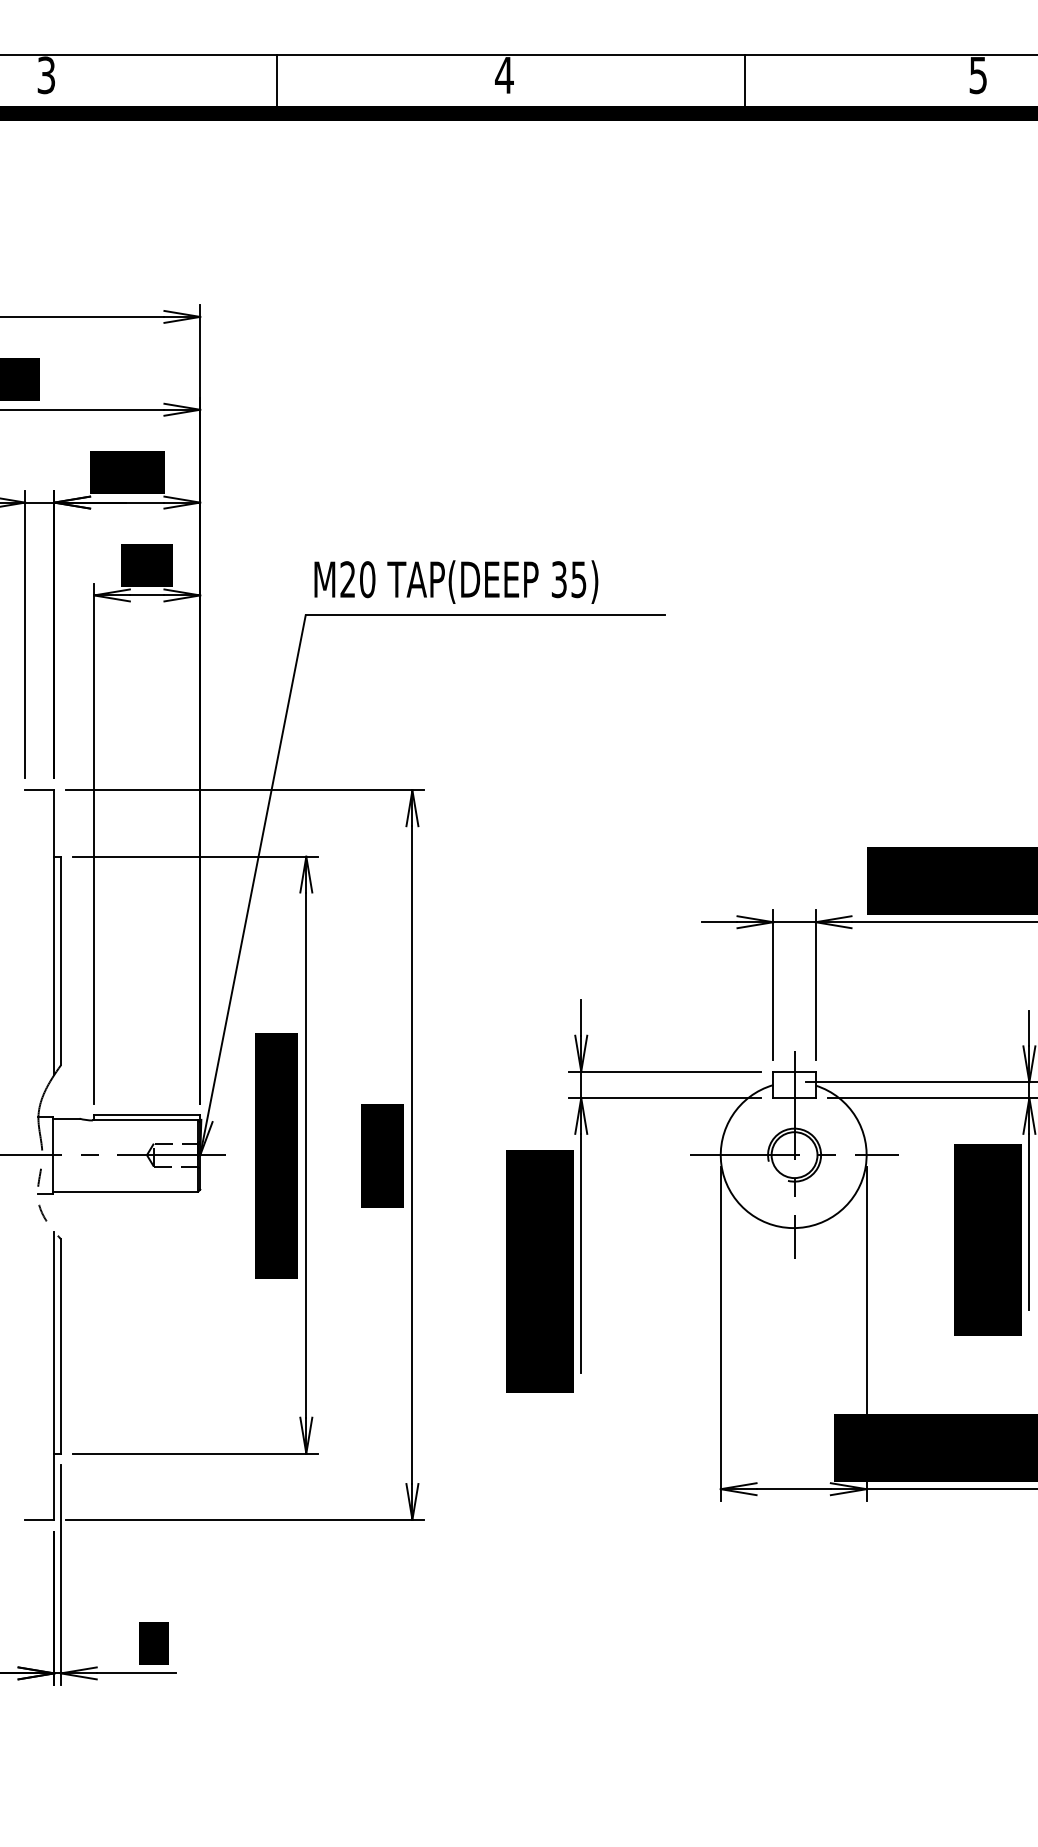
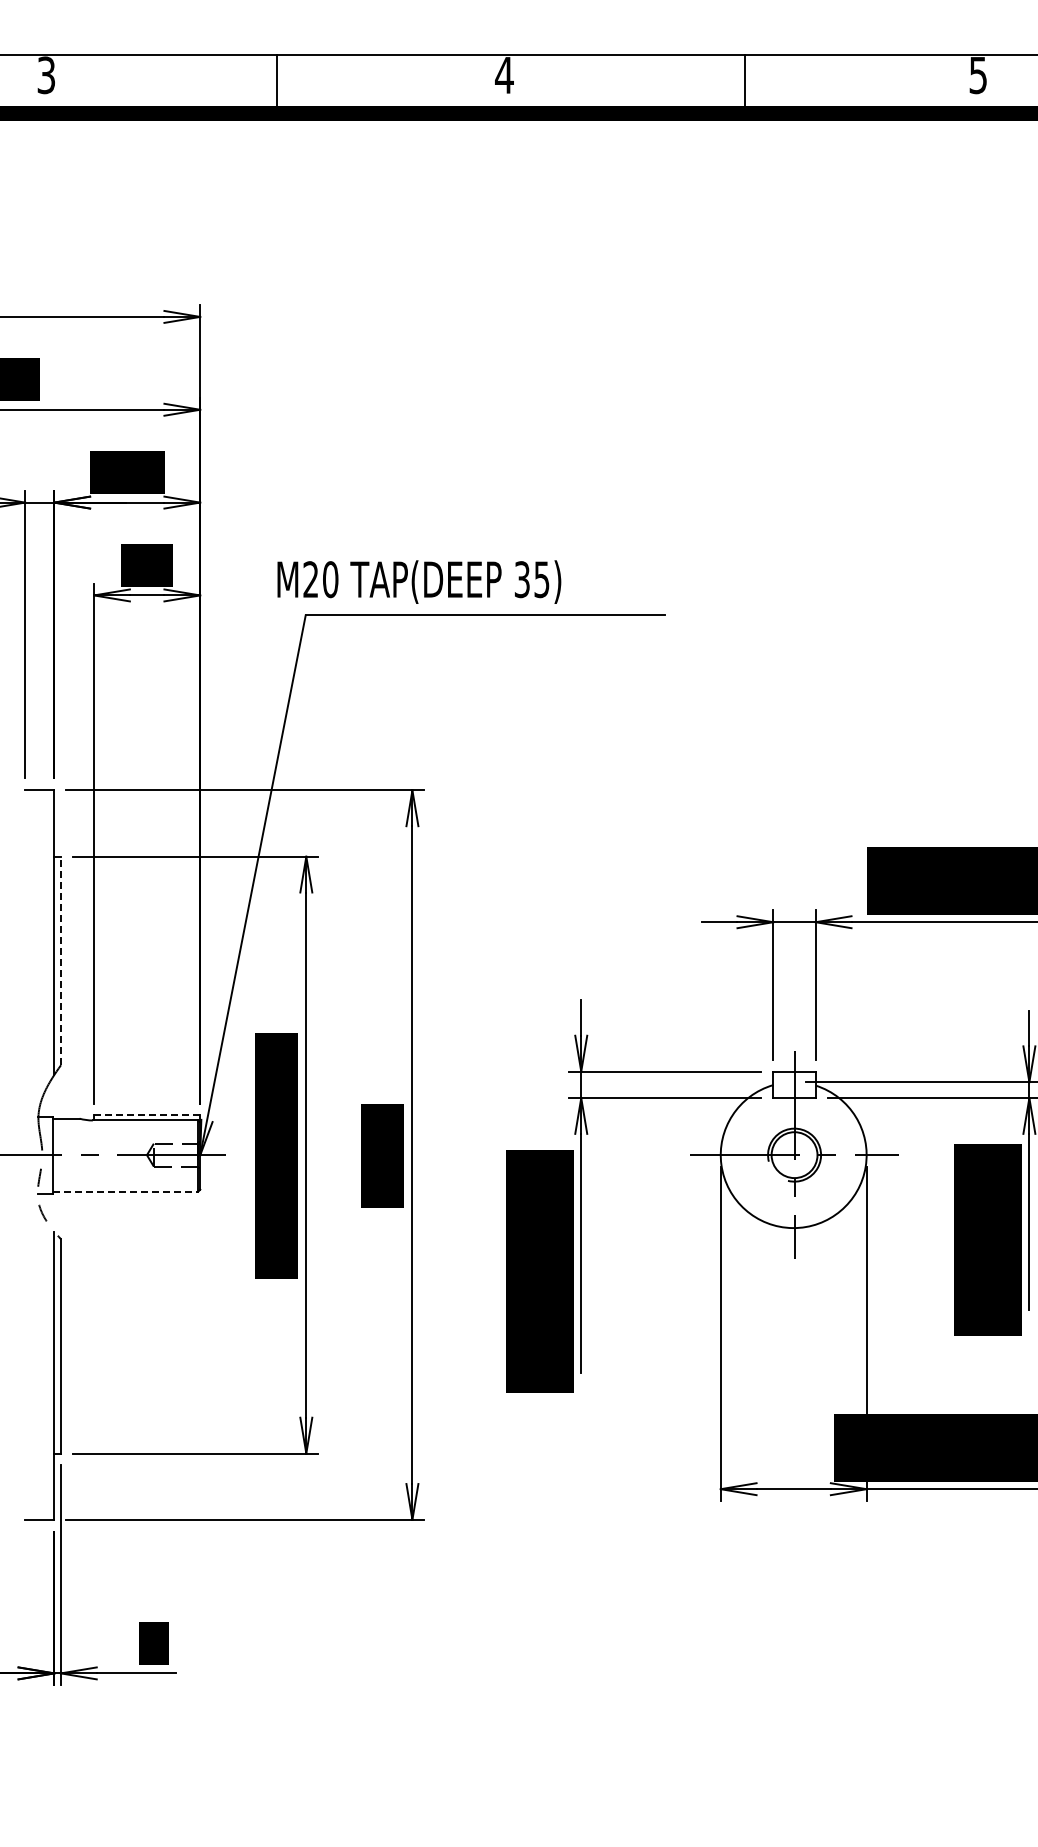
text at (456, 581) position: (456, 581) -> (419, 581)
line at (61, 960): solid -> dashed
line at (147, 1115): solid -> dashed
line at (125, 1191): solid -> dashed
